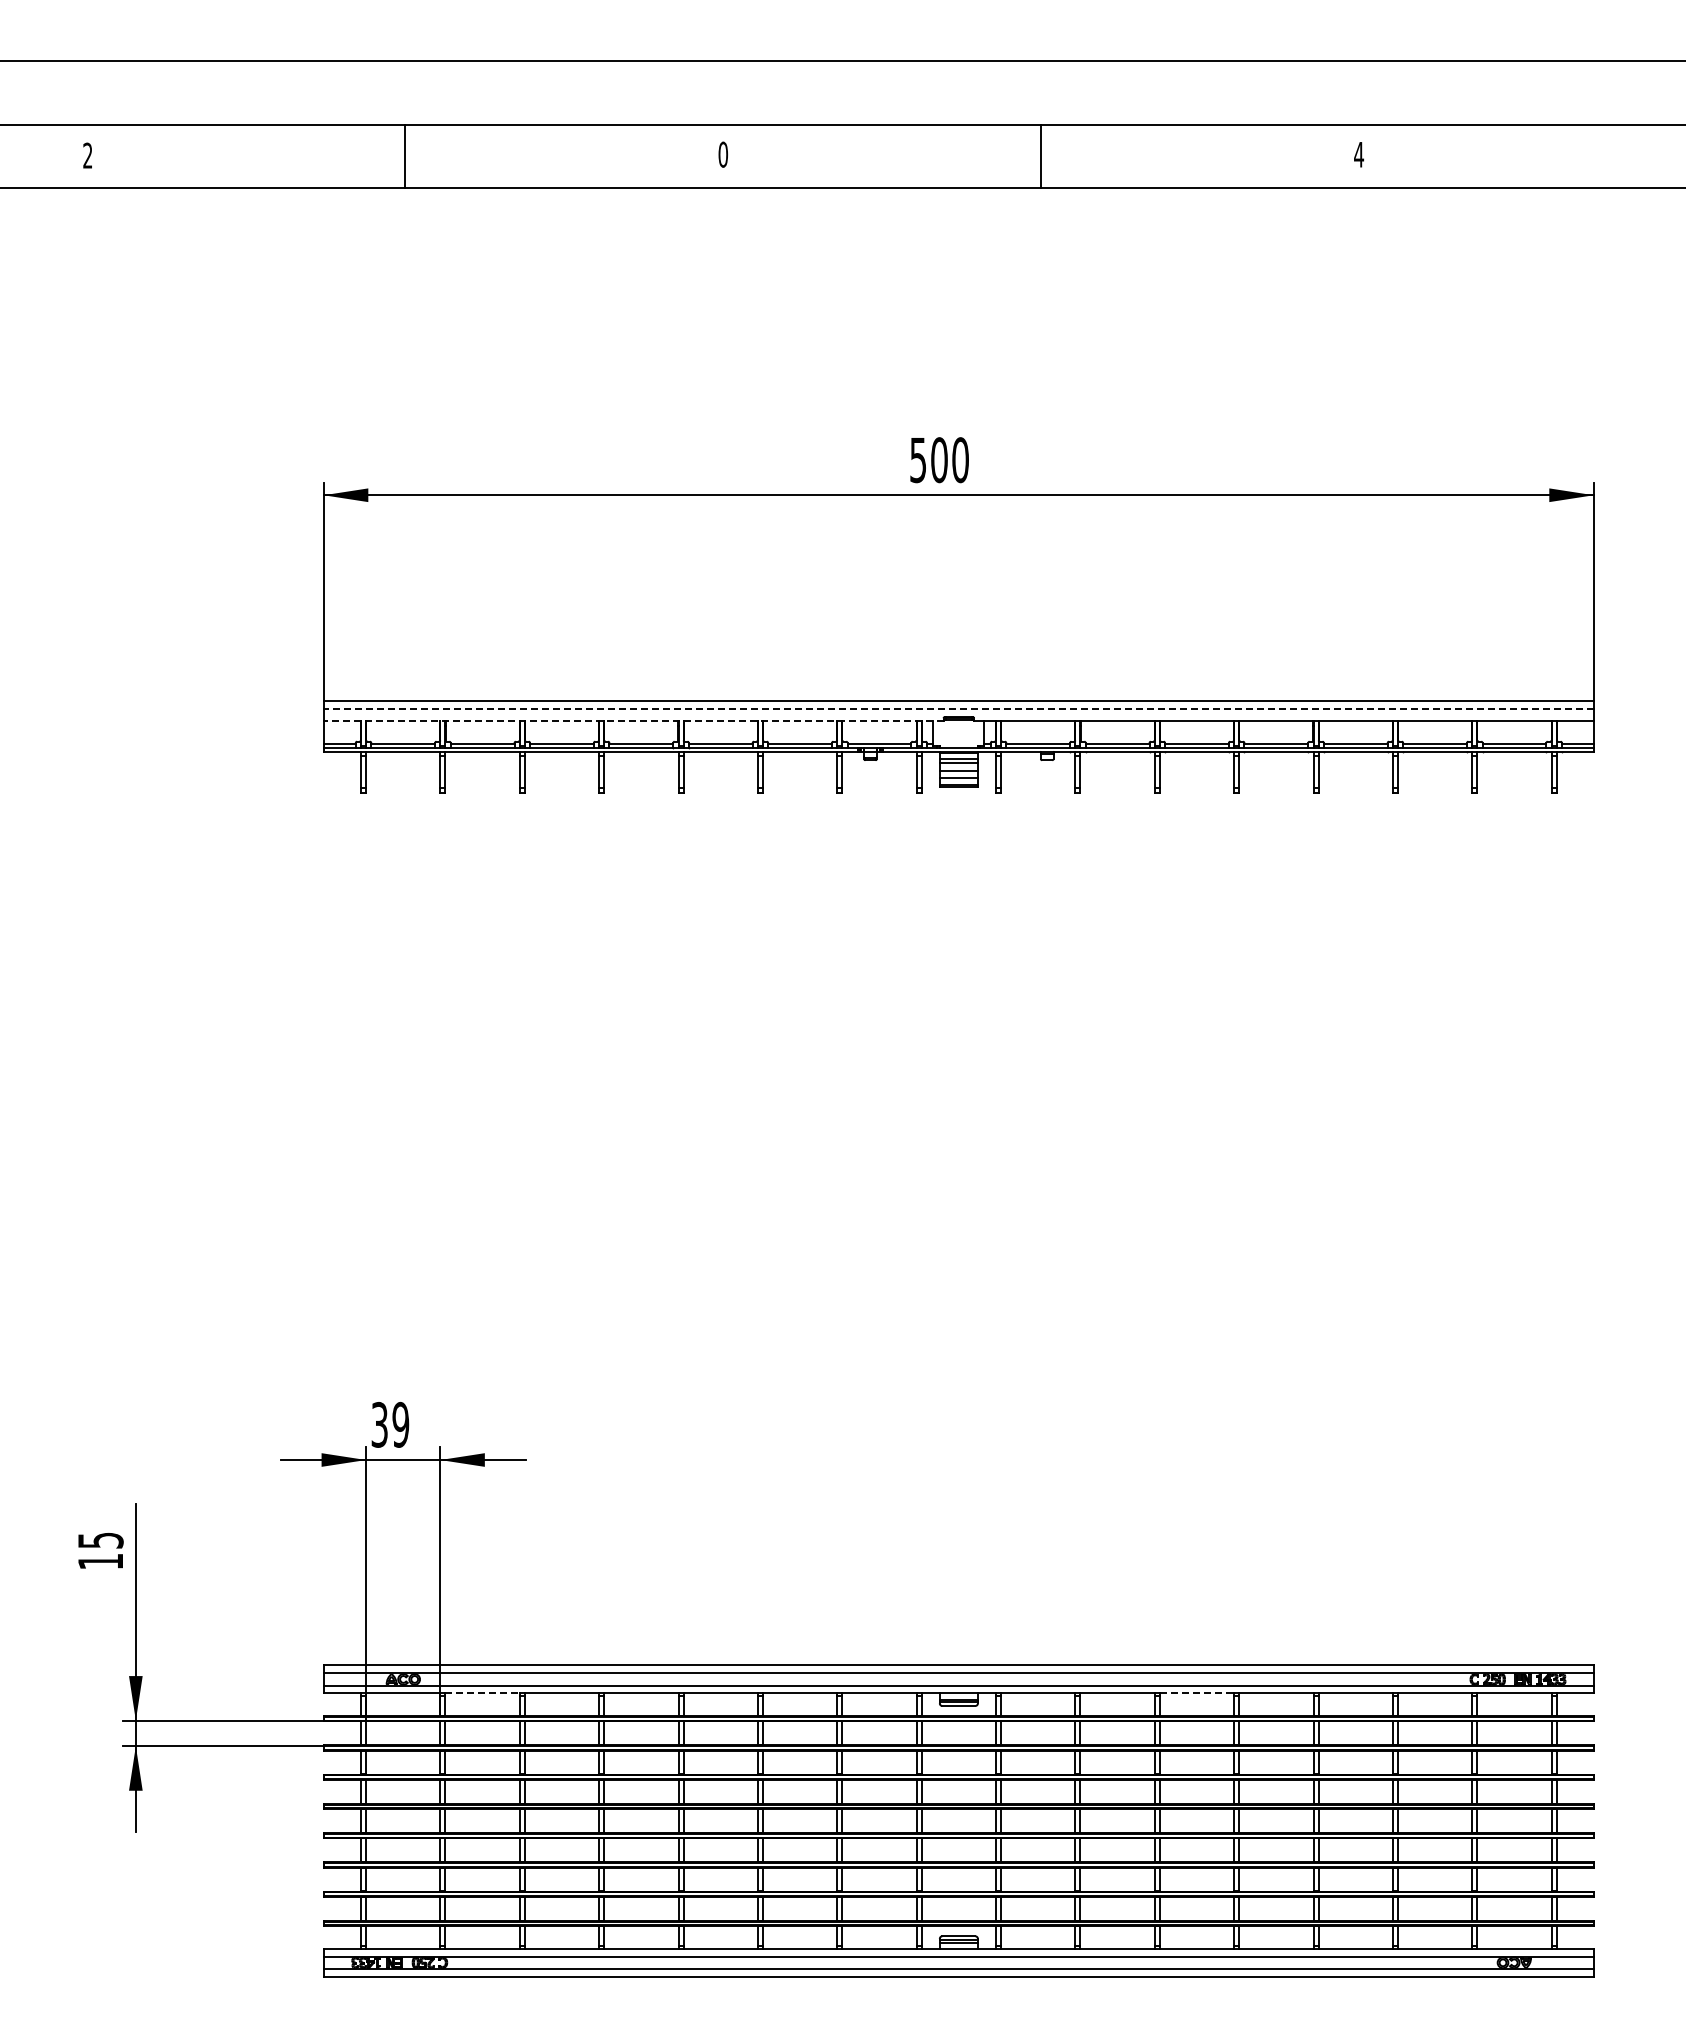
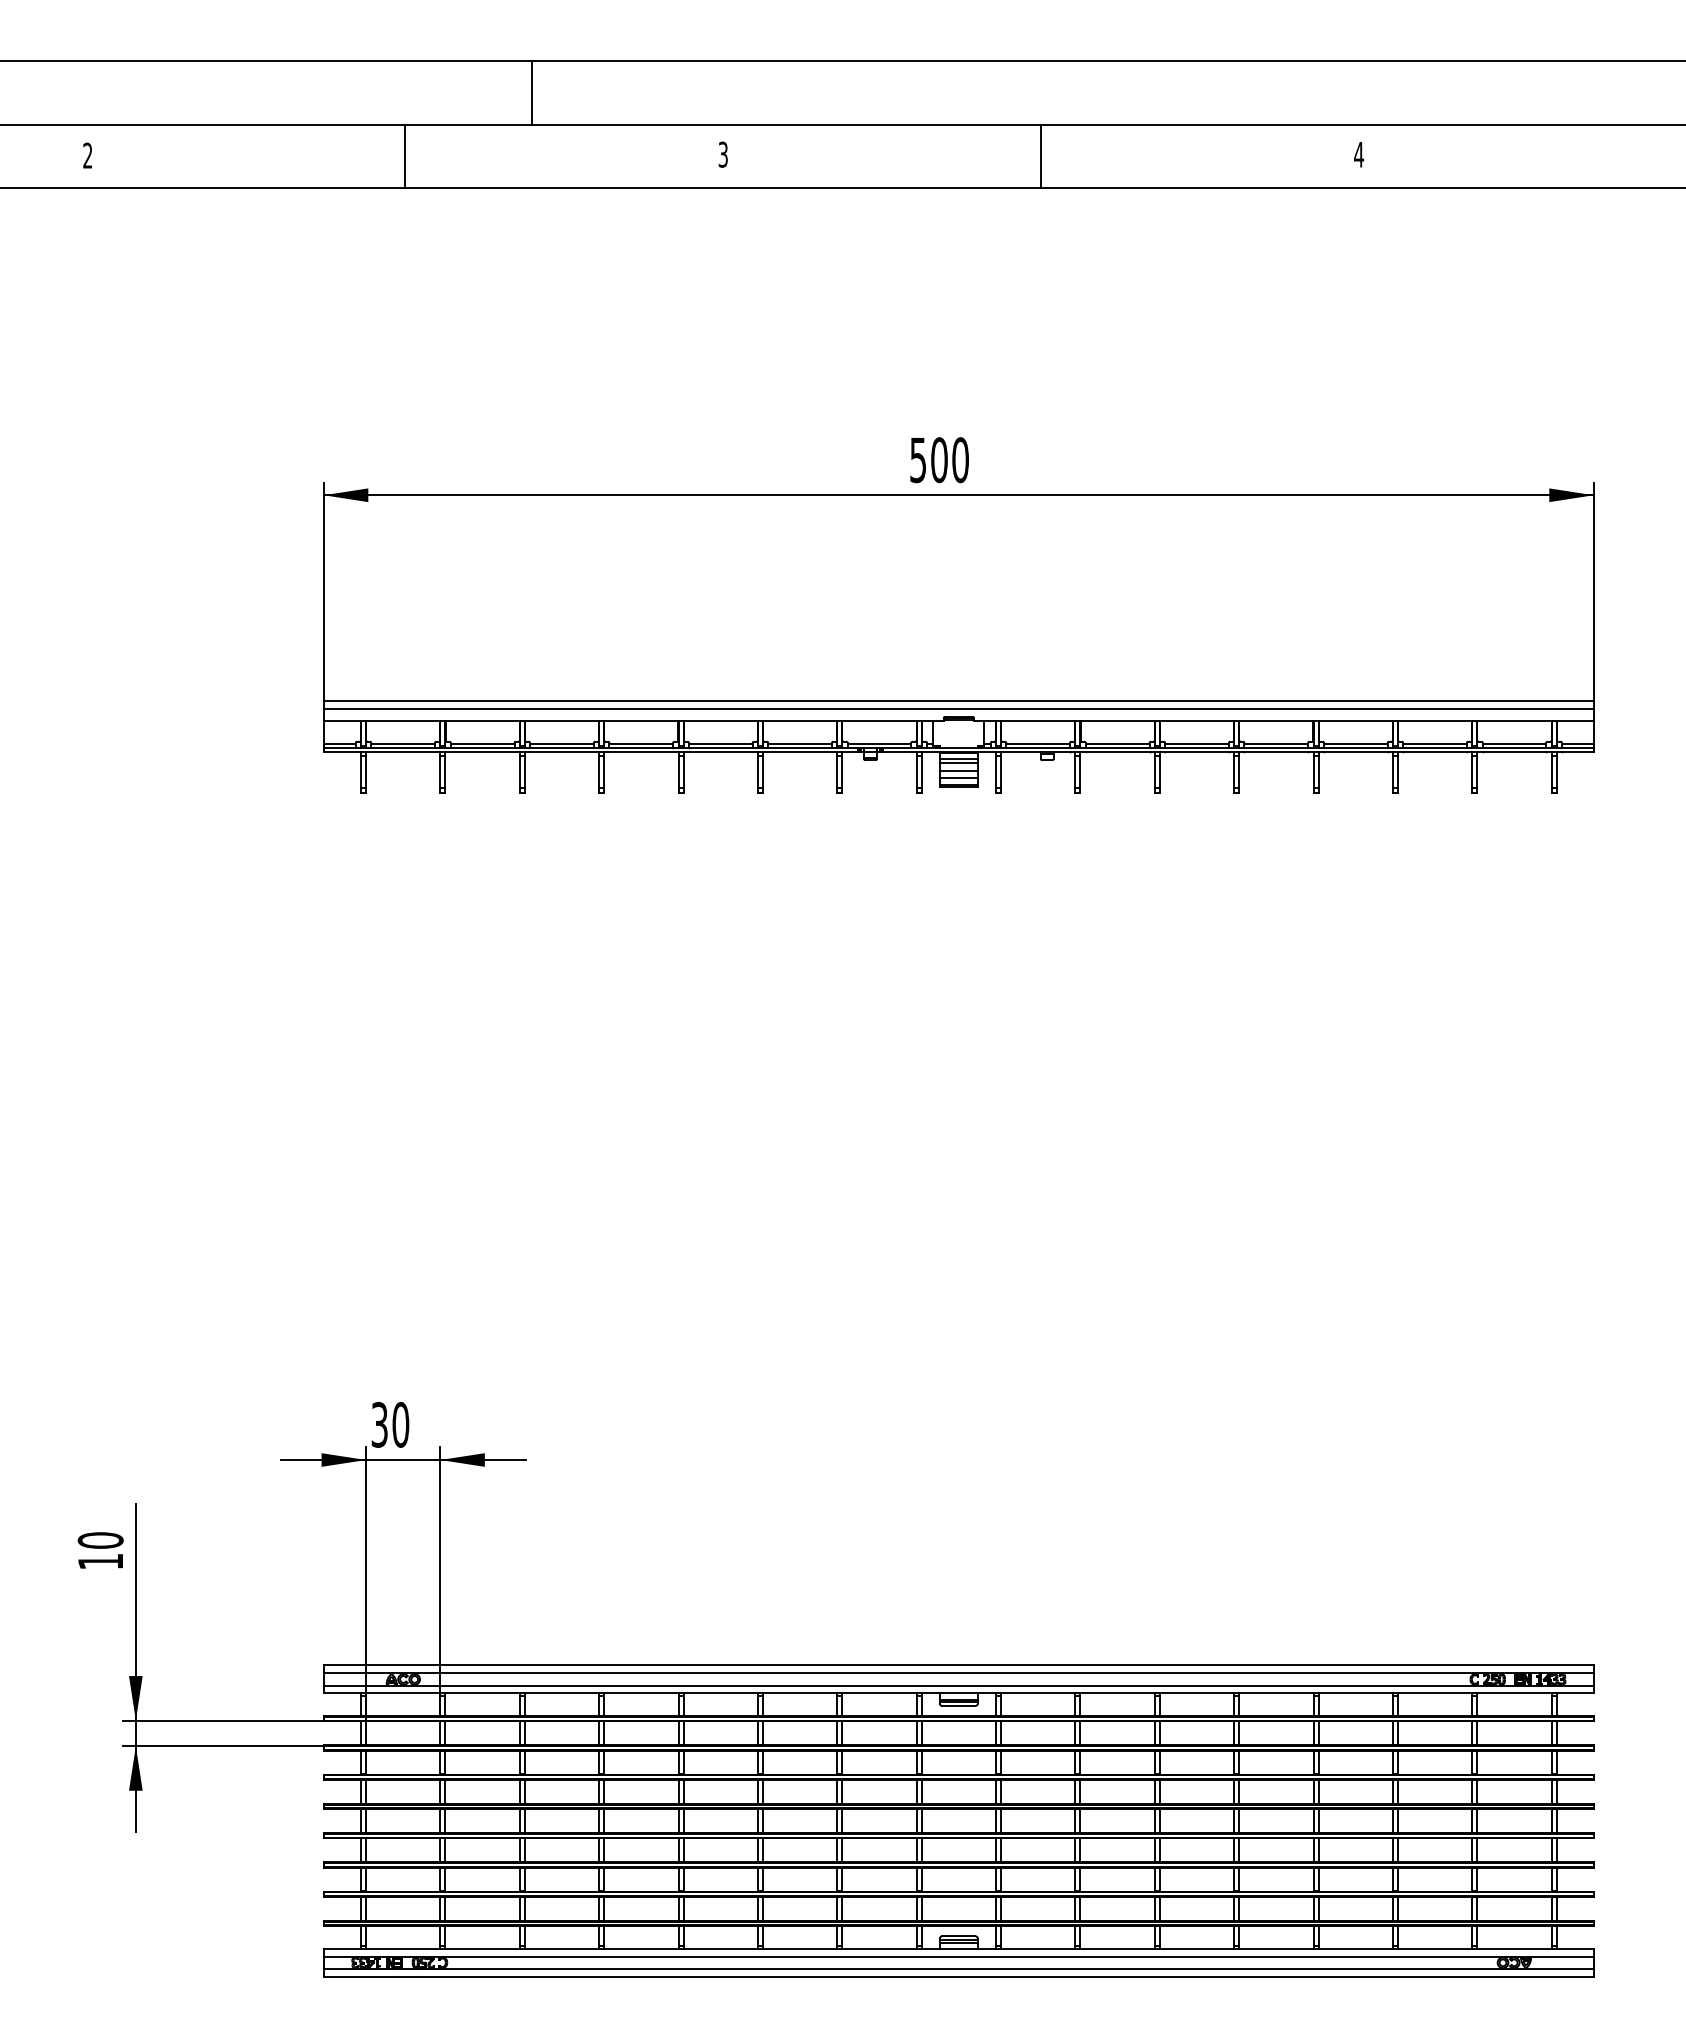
line at (532, 92): none -> present
text at (723, 154): 0 -> 3
line at (958, 708): dashed -> solid
line at (633, 721): dashed -> solid
text at (400, 1424): 39 -> 30
text at (100, 1540): 15 -> 10
line at (483, 1693): dashed -> solid
line at (1197, 1693): dashed -> solid
